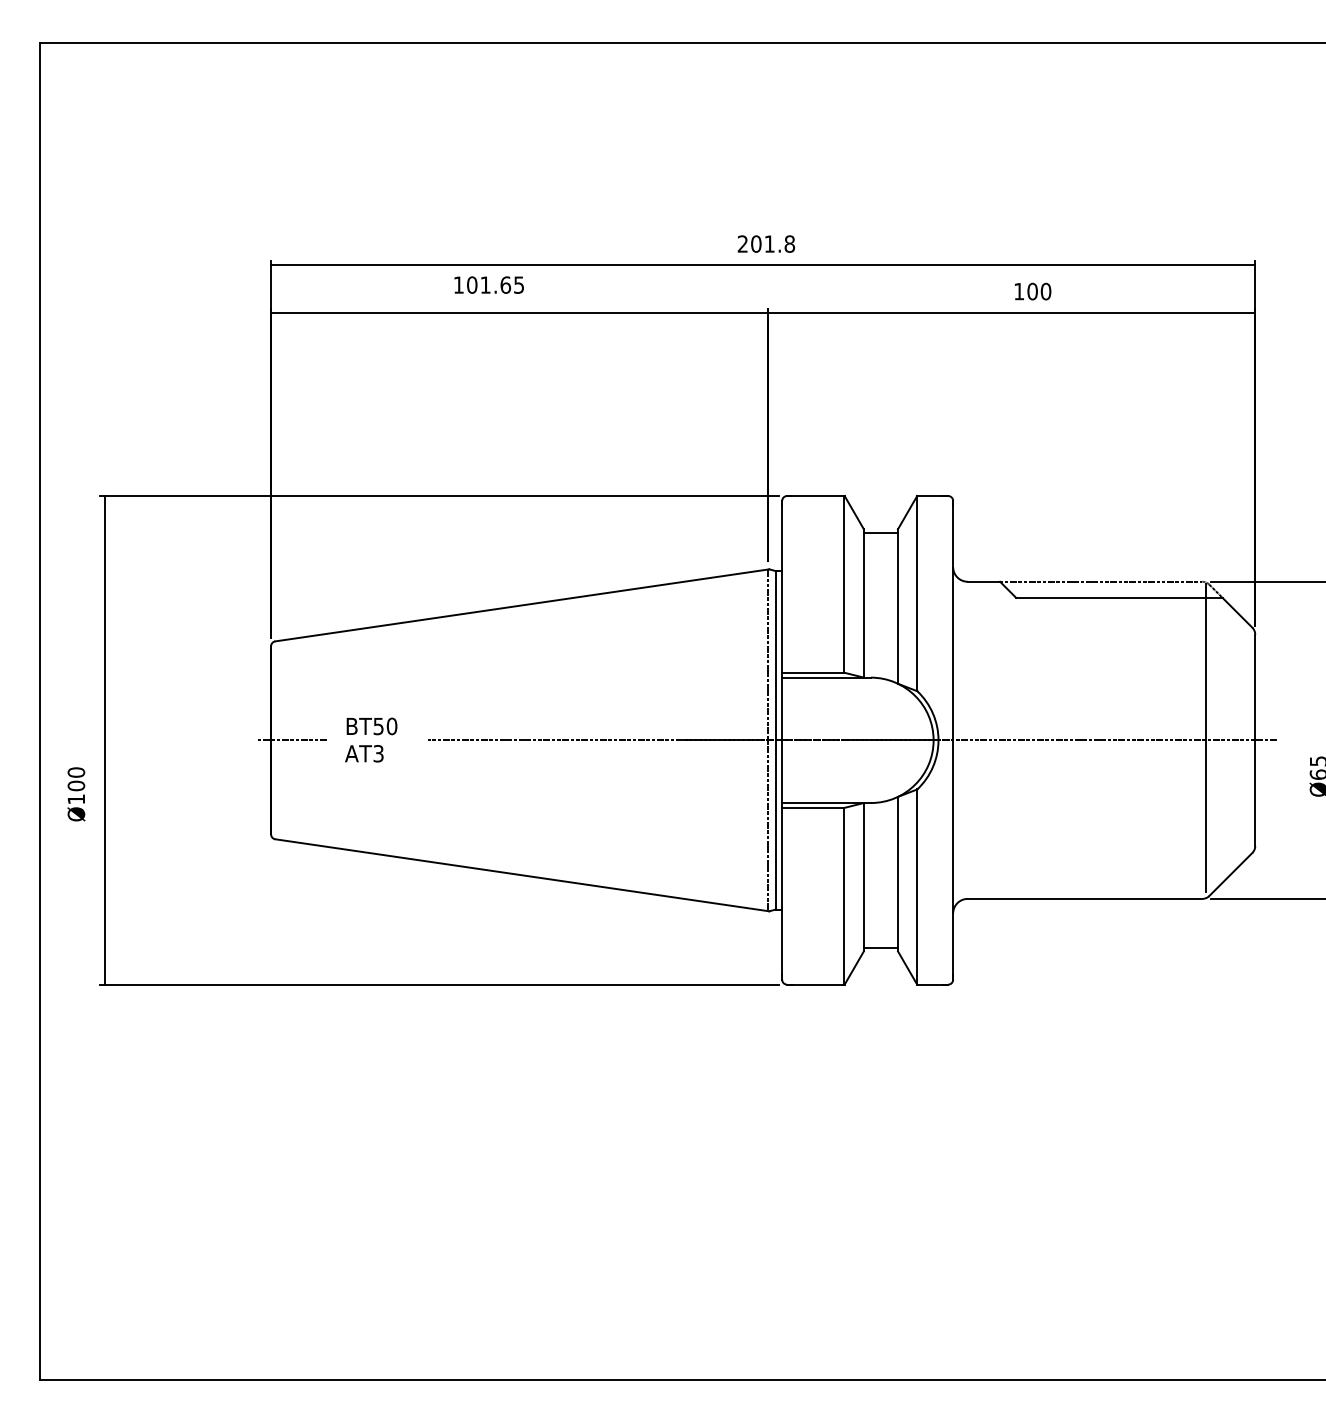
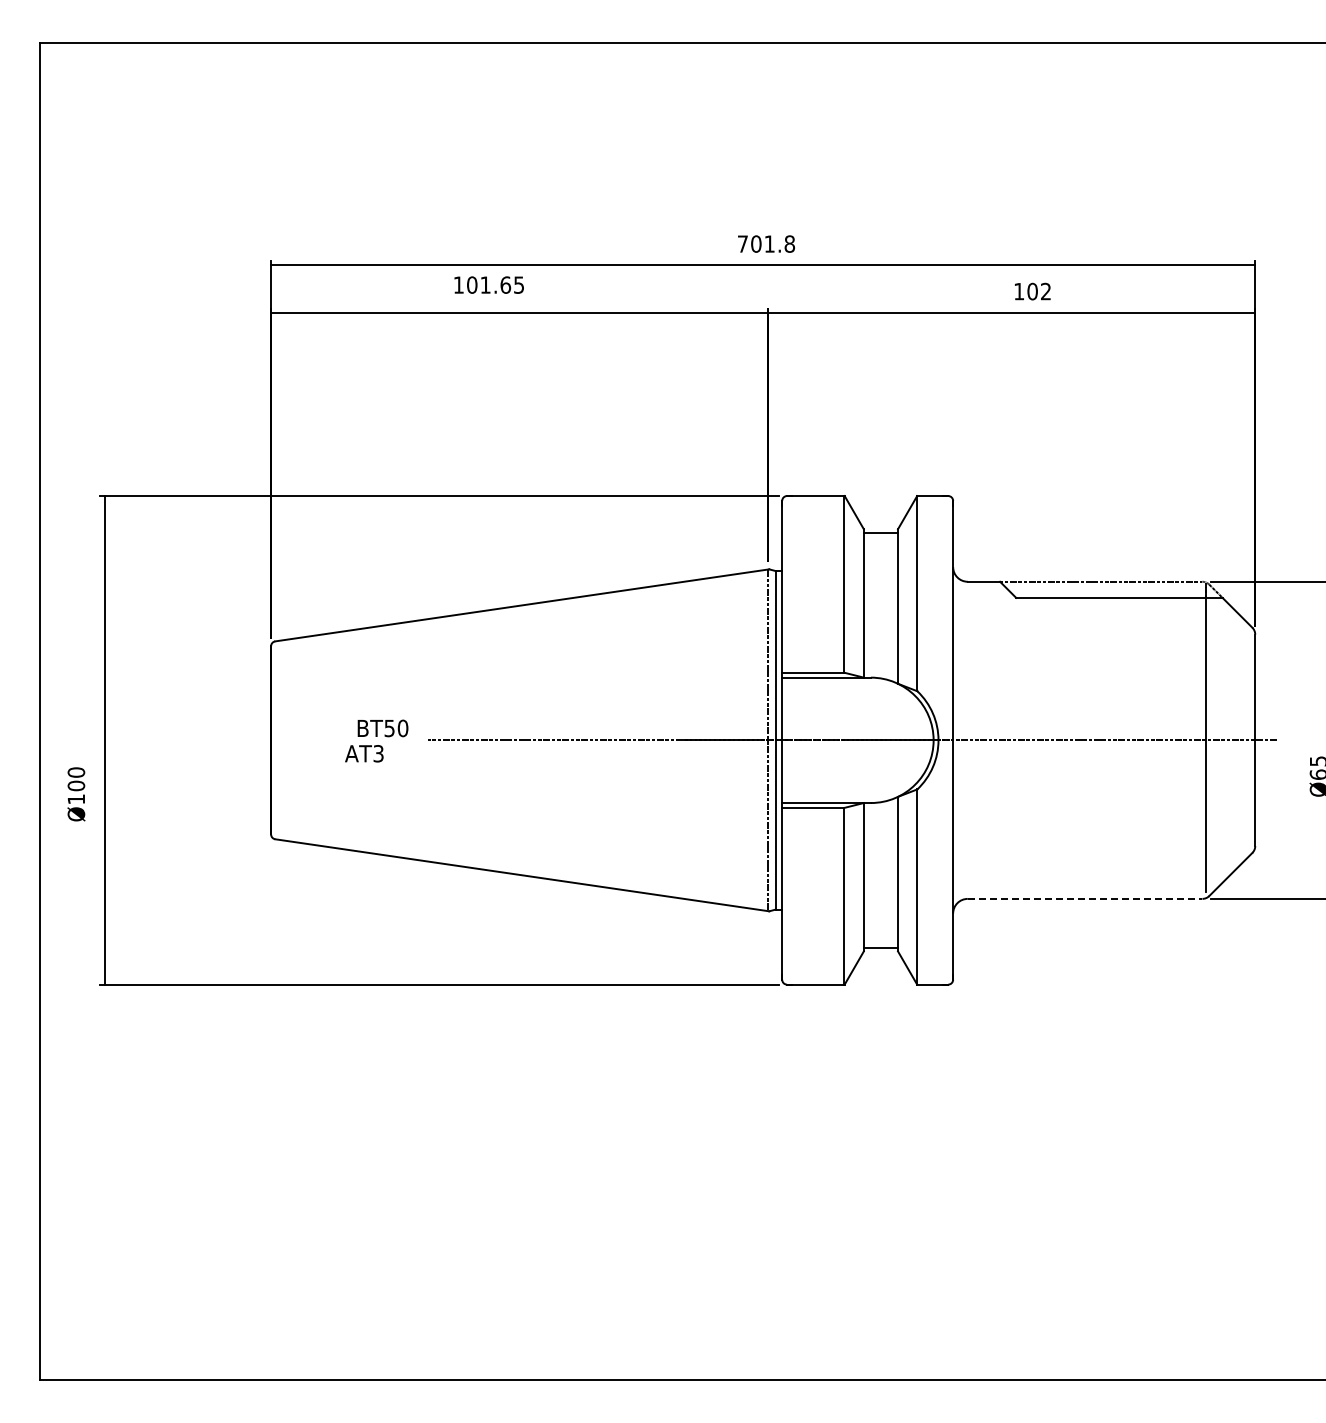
text at (742, 243): 201.8 -> 701.8
text at (1045, 291): 100 -> 102
text at (371, 726) position: (371, 726) -> (382, 728)
line at (291, 740): present -> none
line at (1085, 898): solid -> dashed
